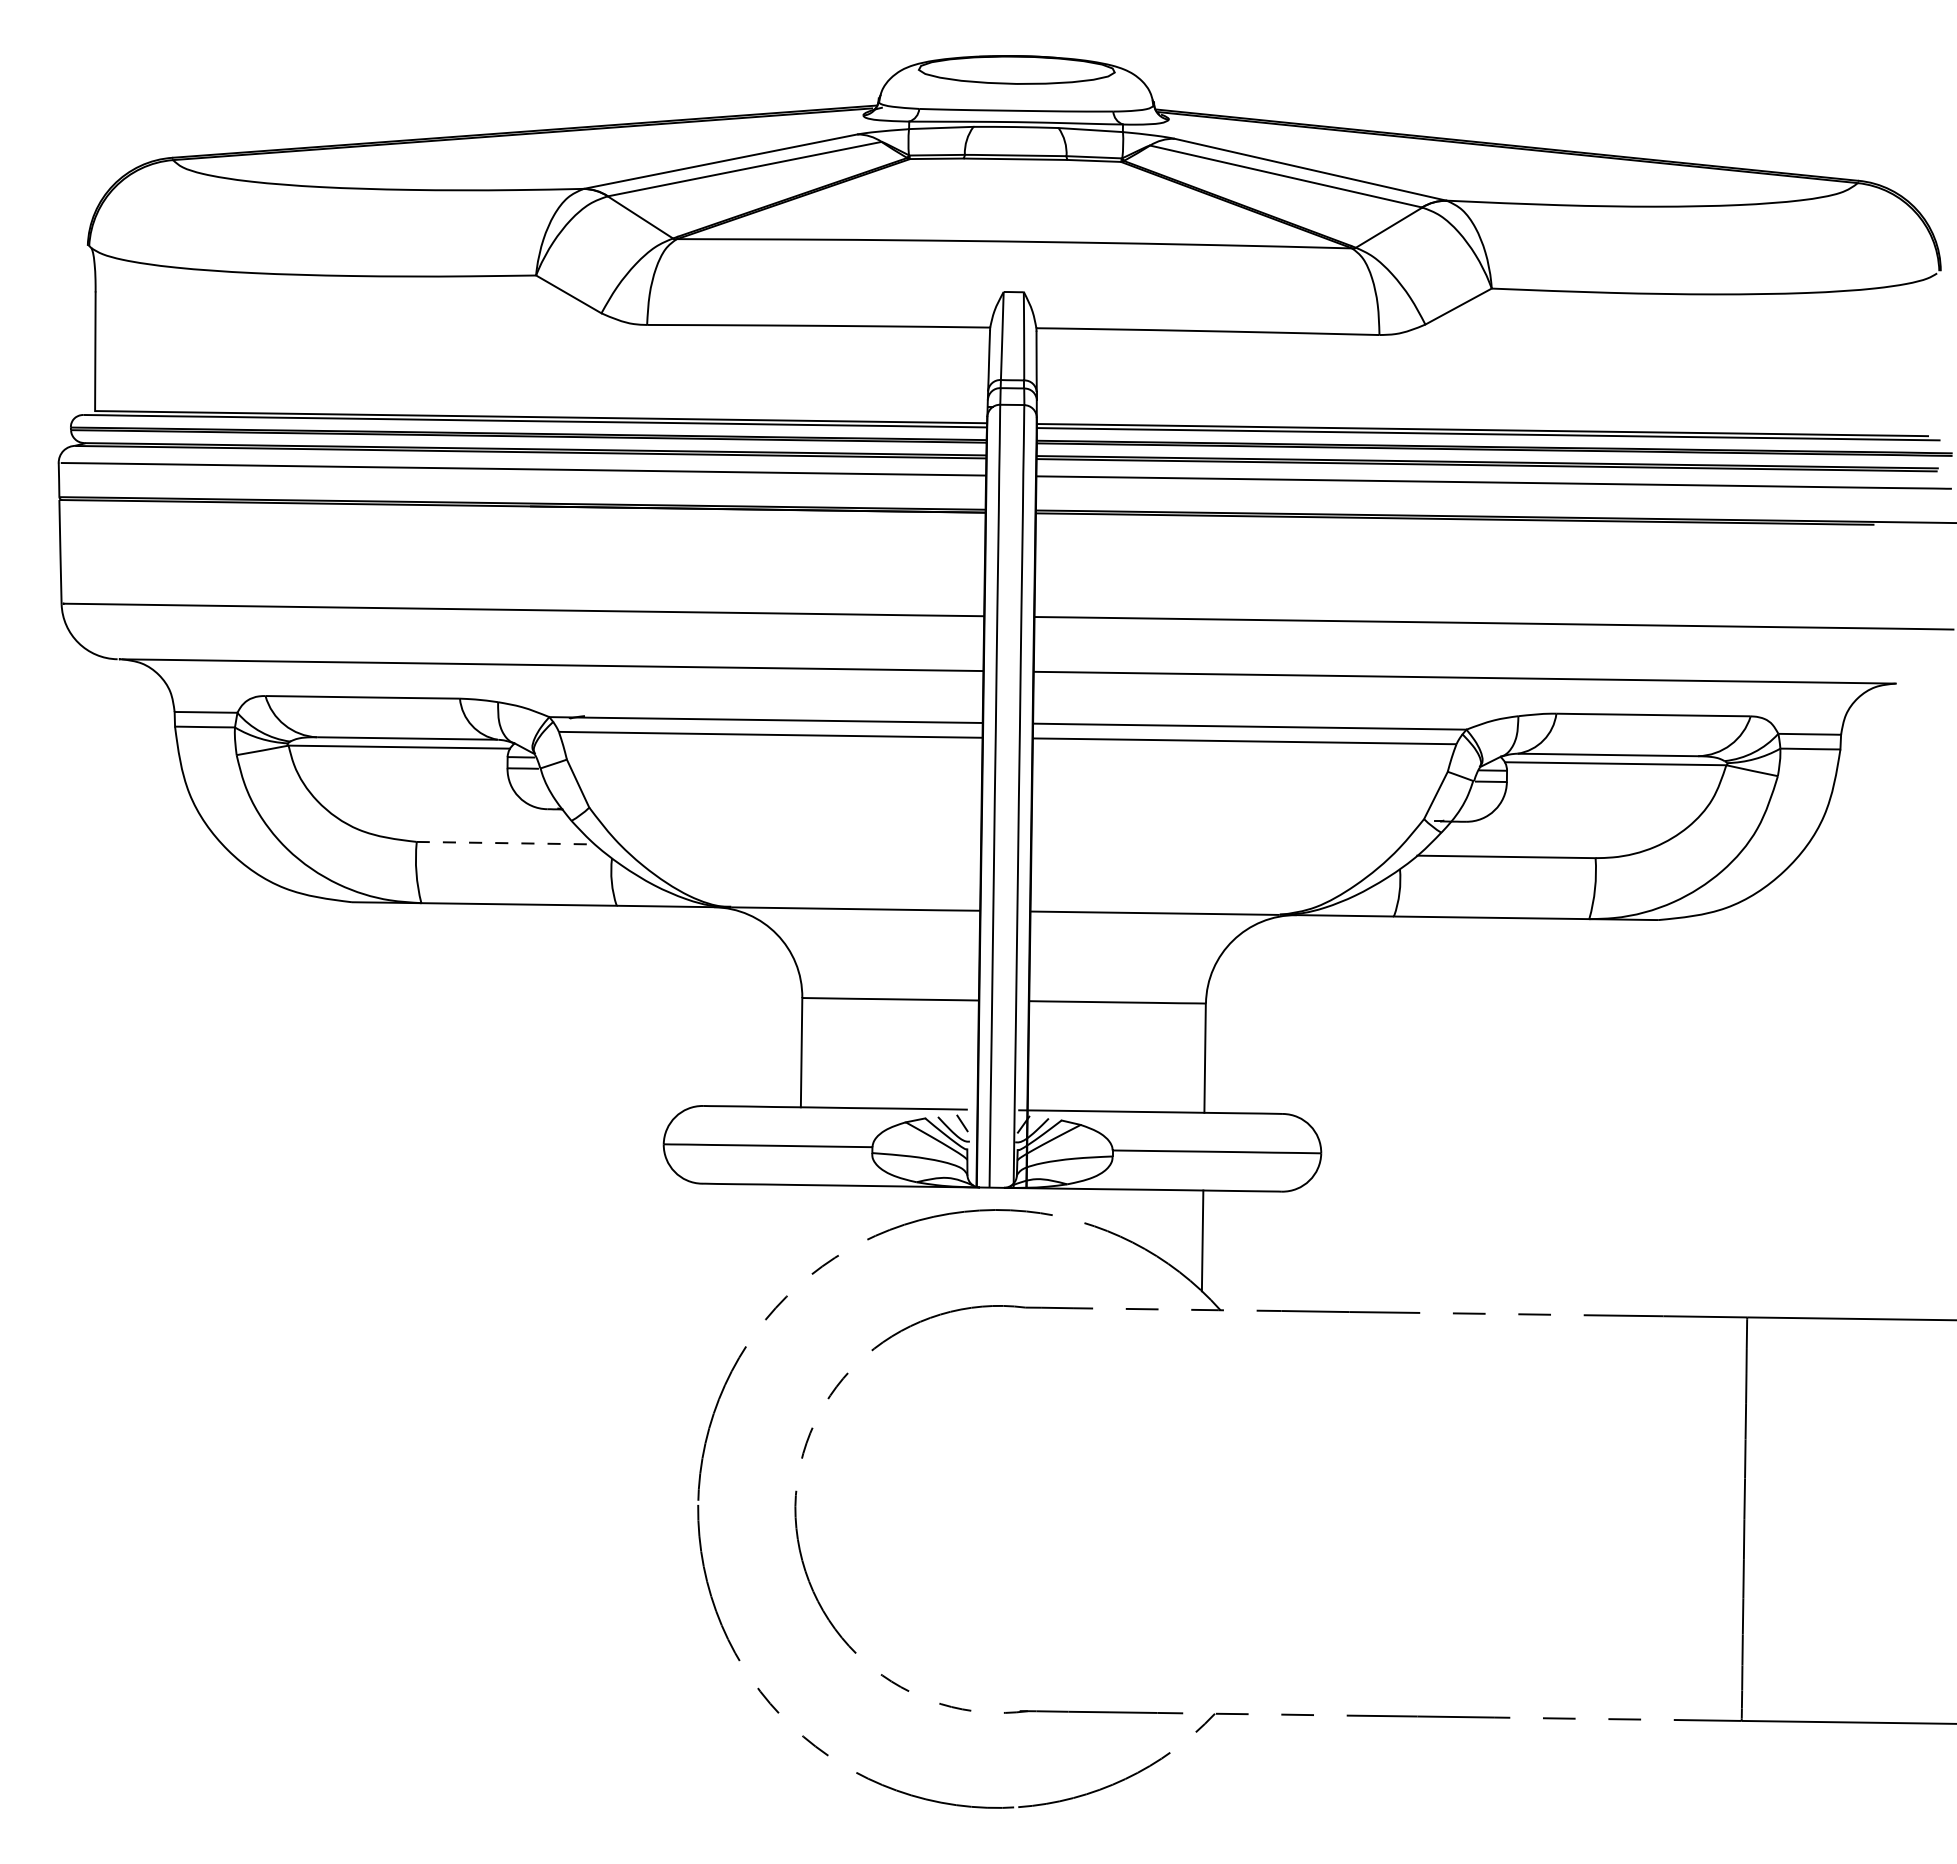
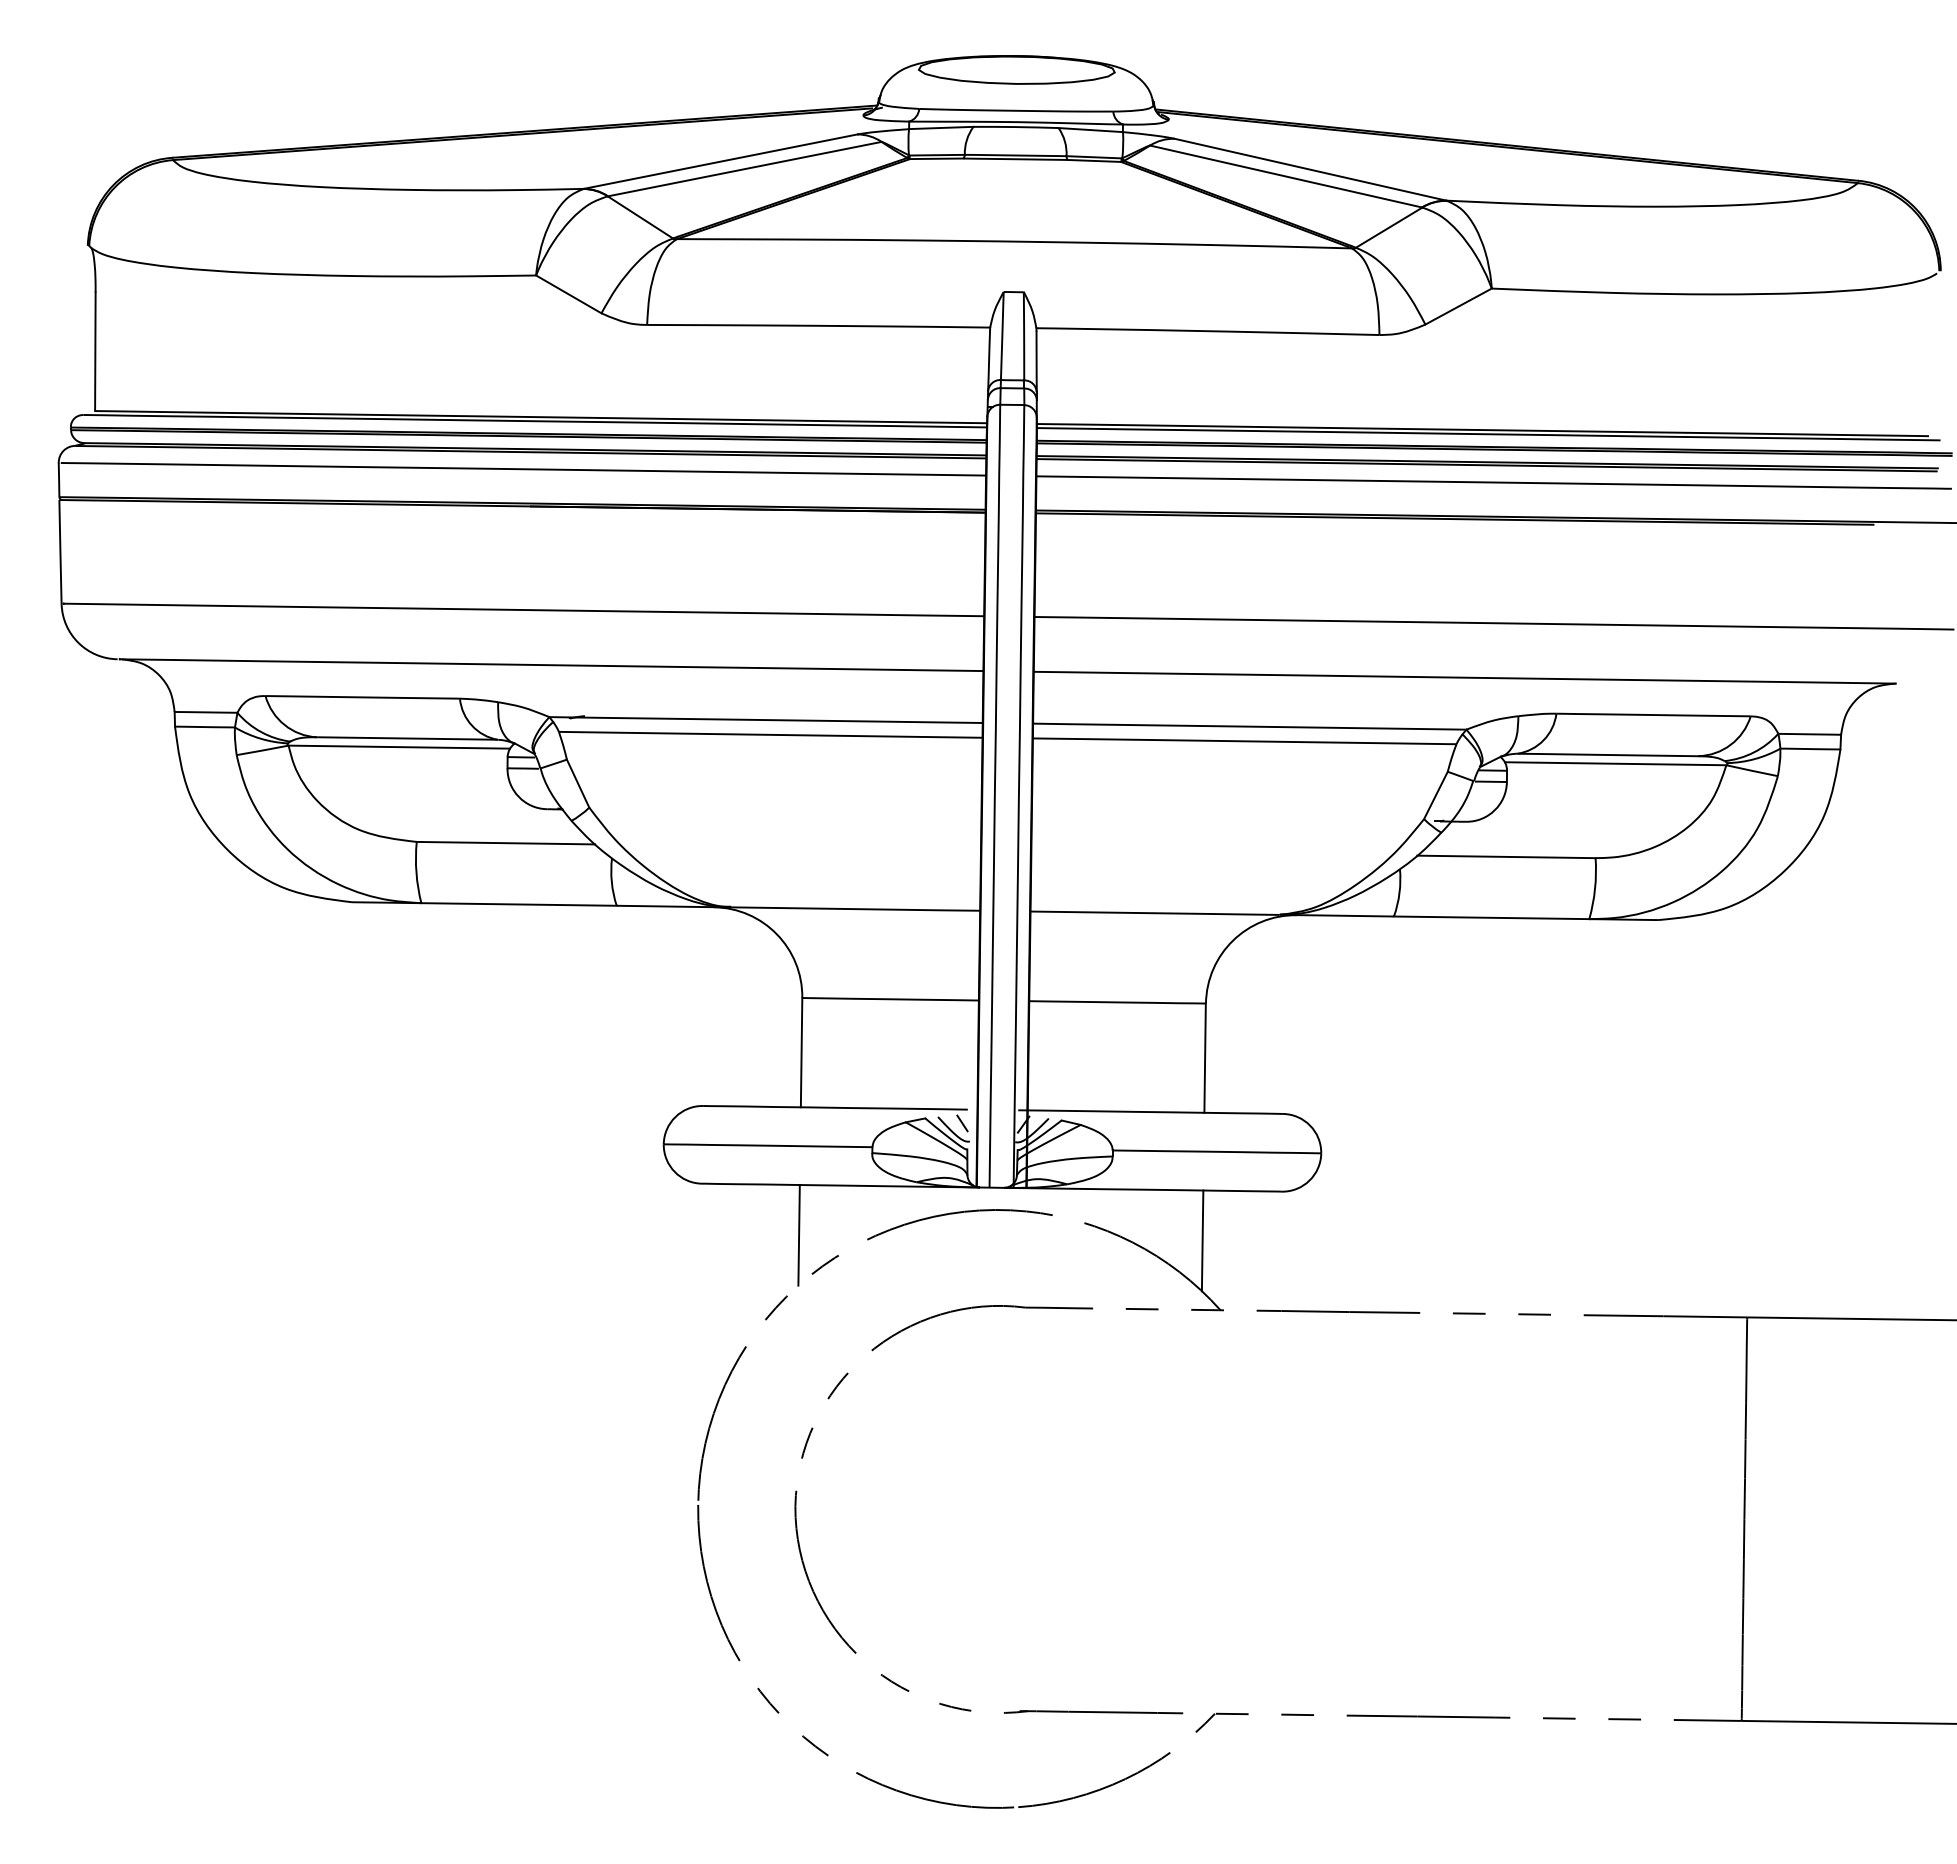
line at (506, 843): dashed -> solid
line at (798, 1235): none -> present
